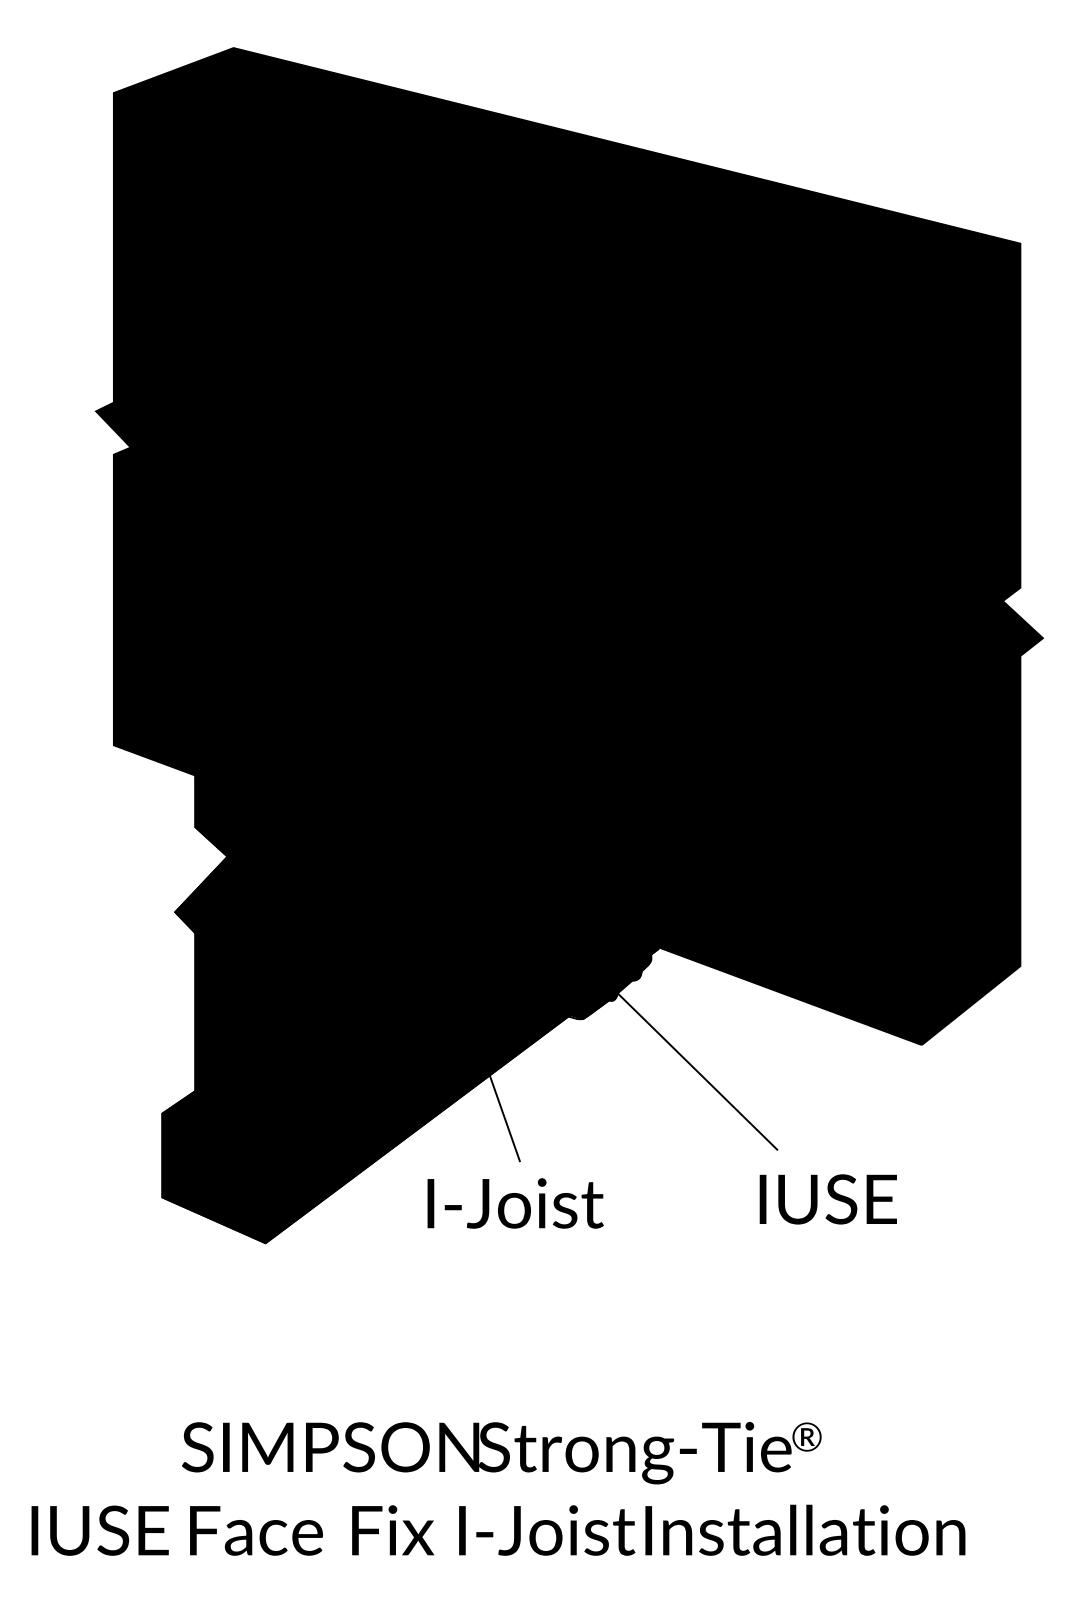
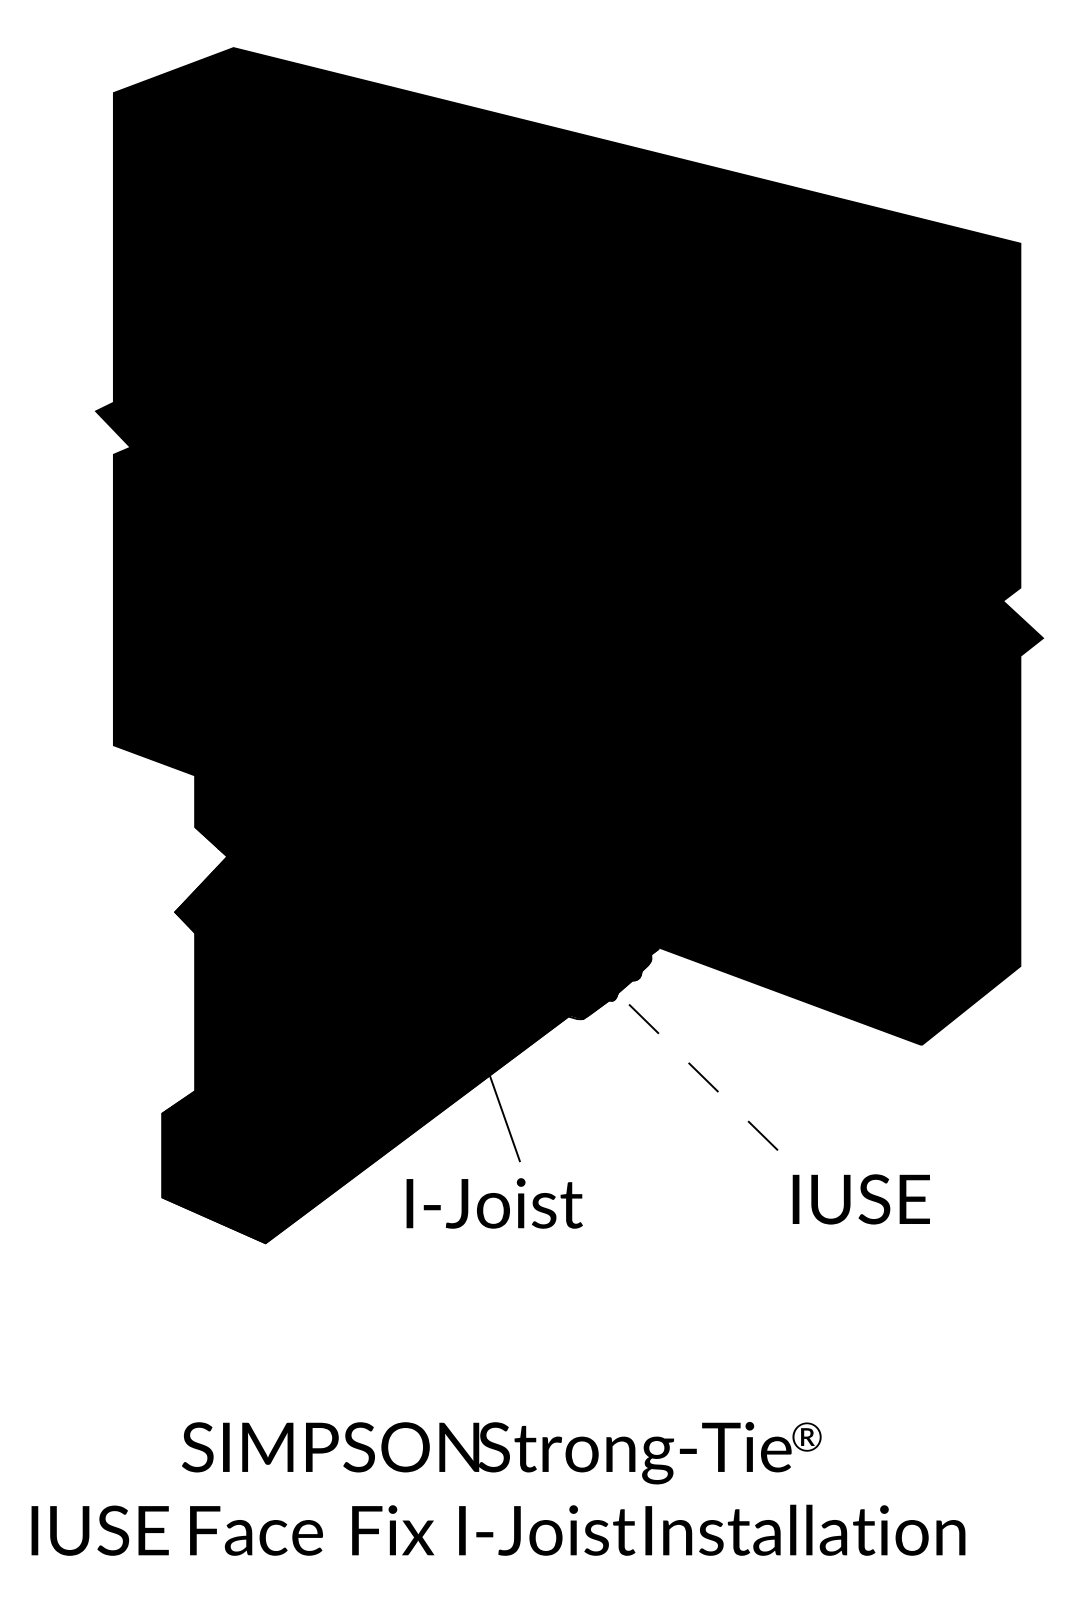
line at (697, 1071): solid -> dashed
text at (827, 1199) position: (827, 1199) -> (860, 1199)
text at (515, 1203) position: (515, 1203) -> (494, 1203)
